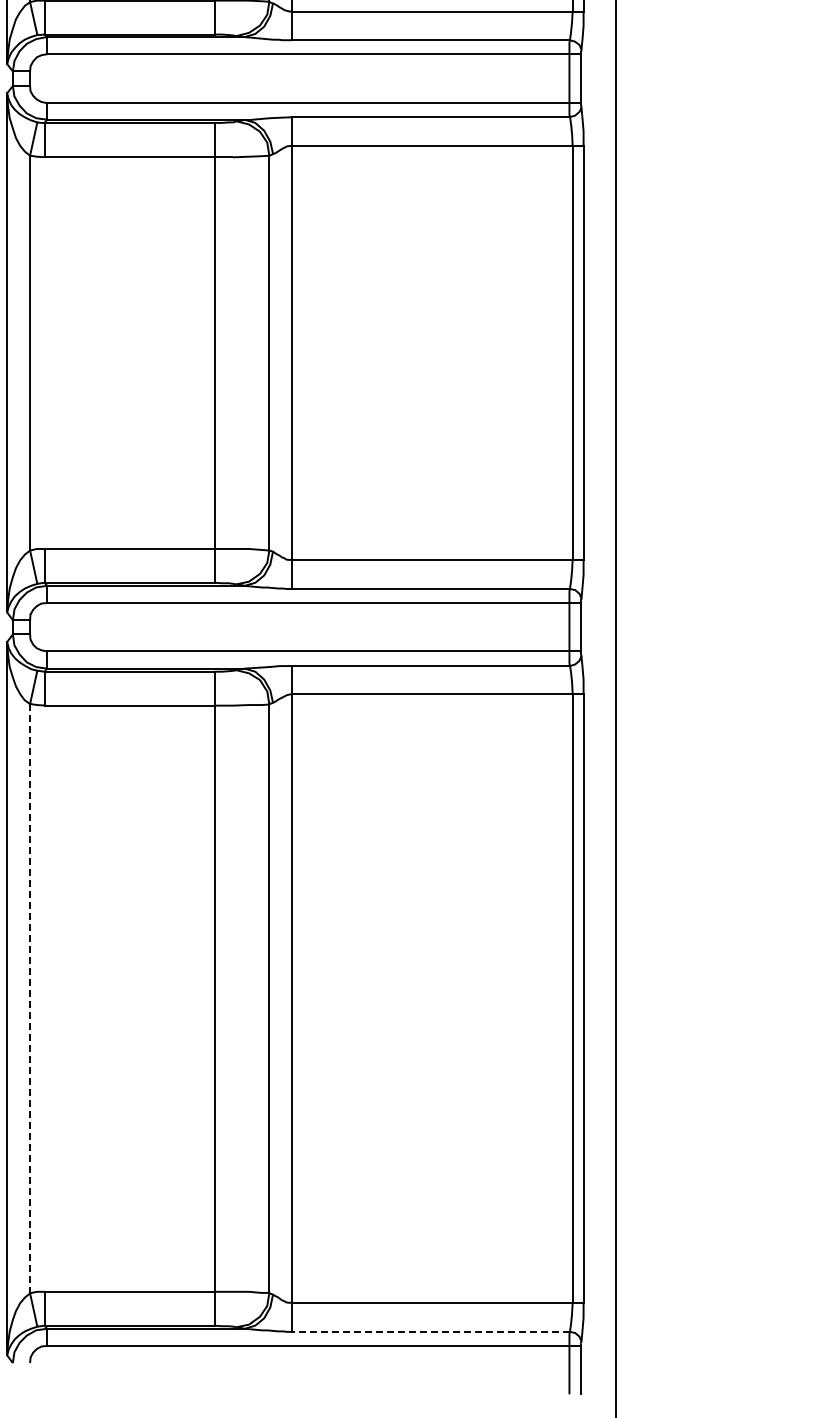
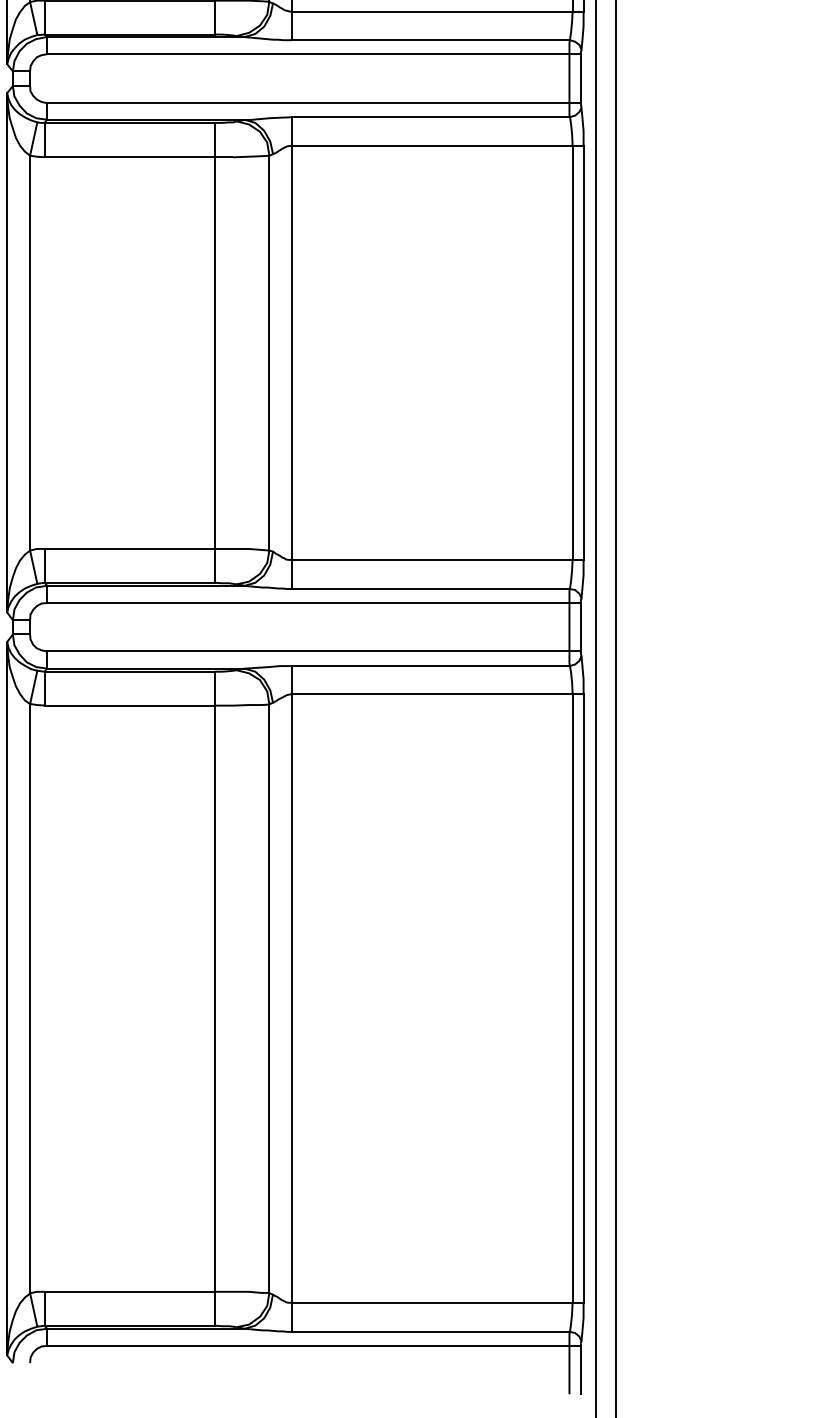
line at (596, 708): none -> present
line at (30, 998): dashed -> solid
line at (430, 1331): dashed -> solid
